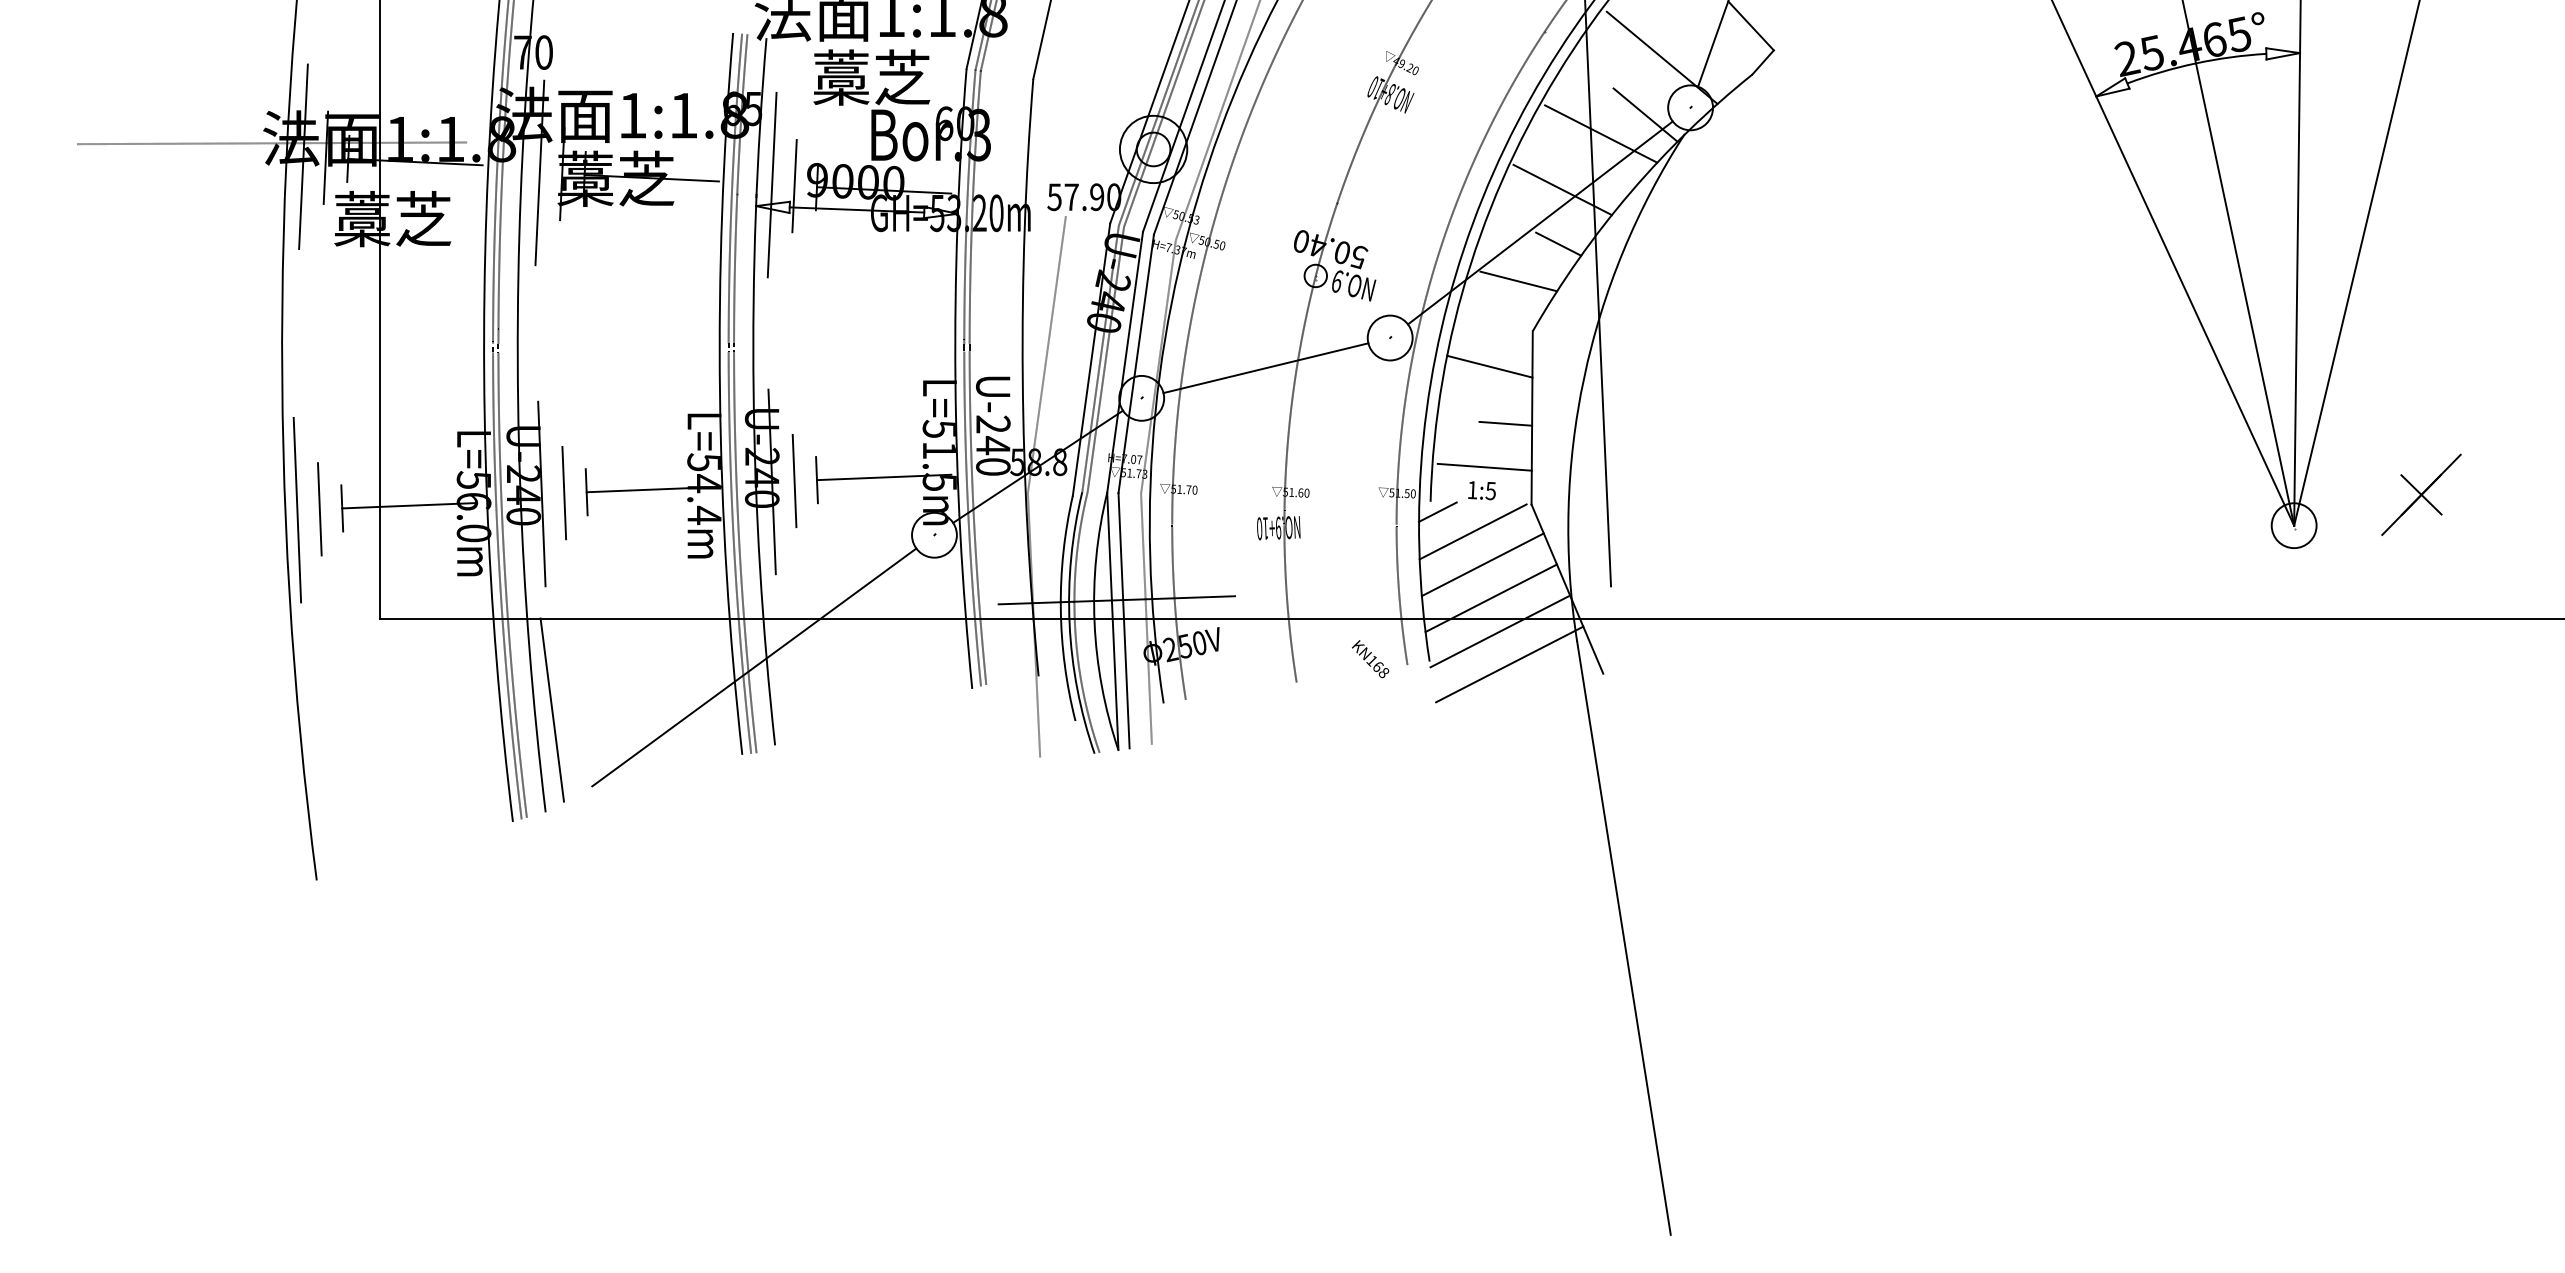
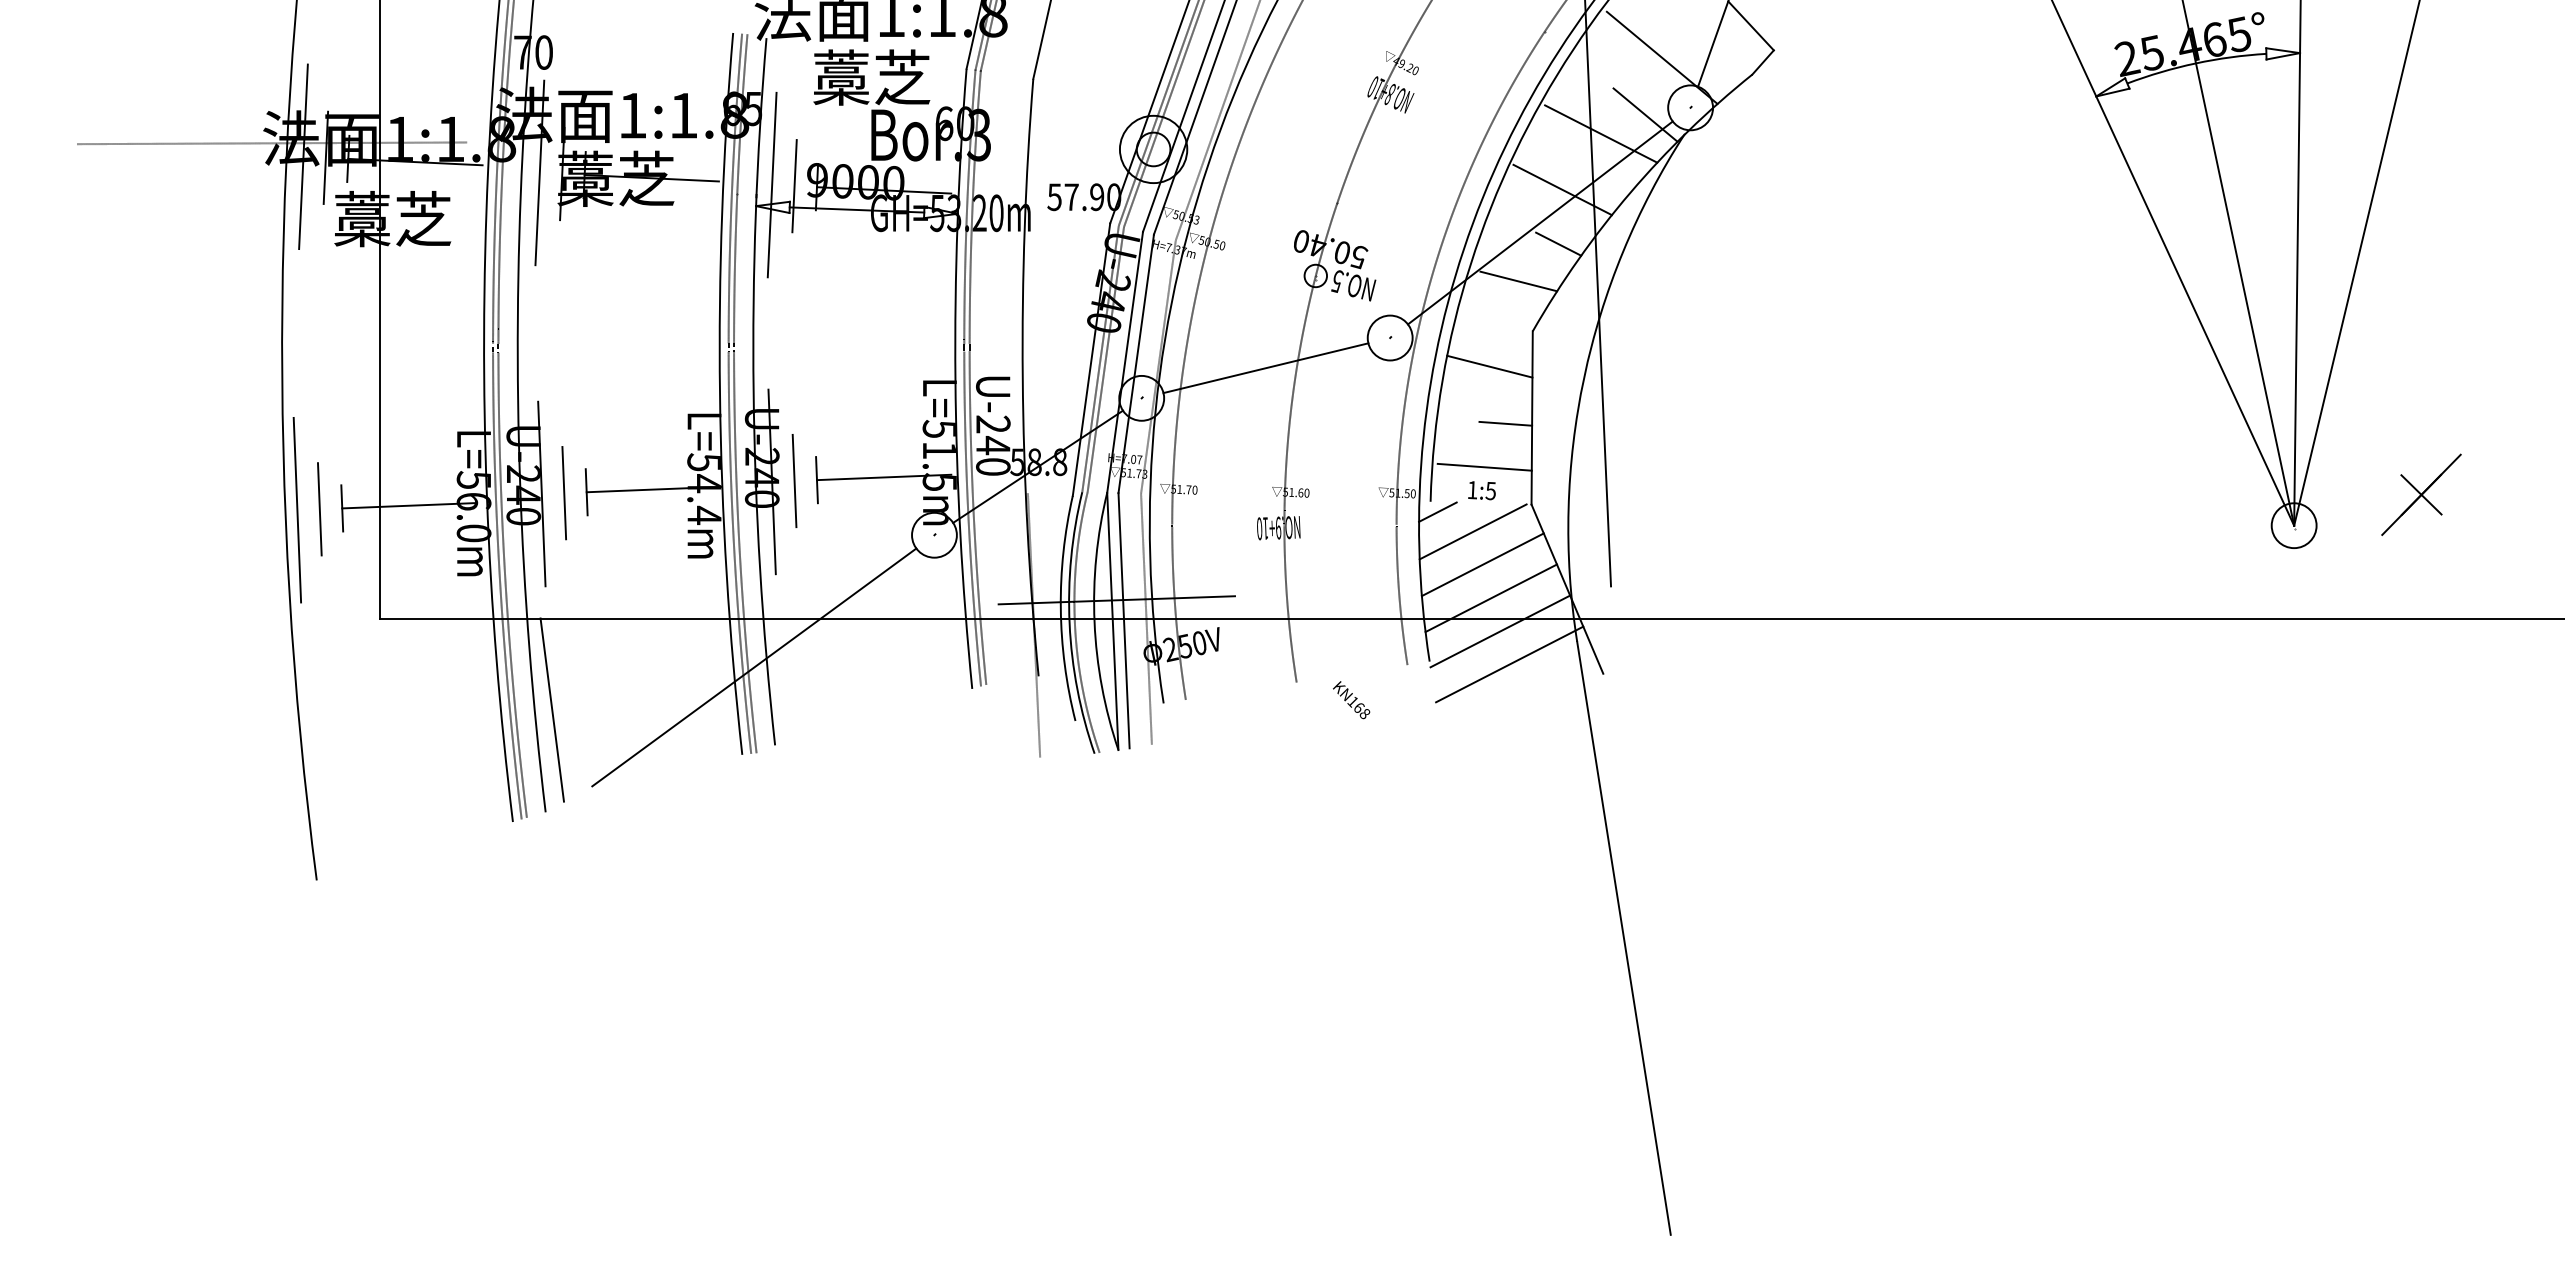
text at (1337, 281): NO.9 -> NO.5
line at (1046, 354): present -> none
text at (1370, 659) position: (1370, 659) -> (1351, 700)
